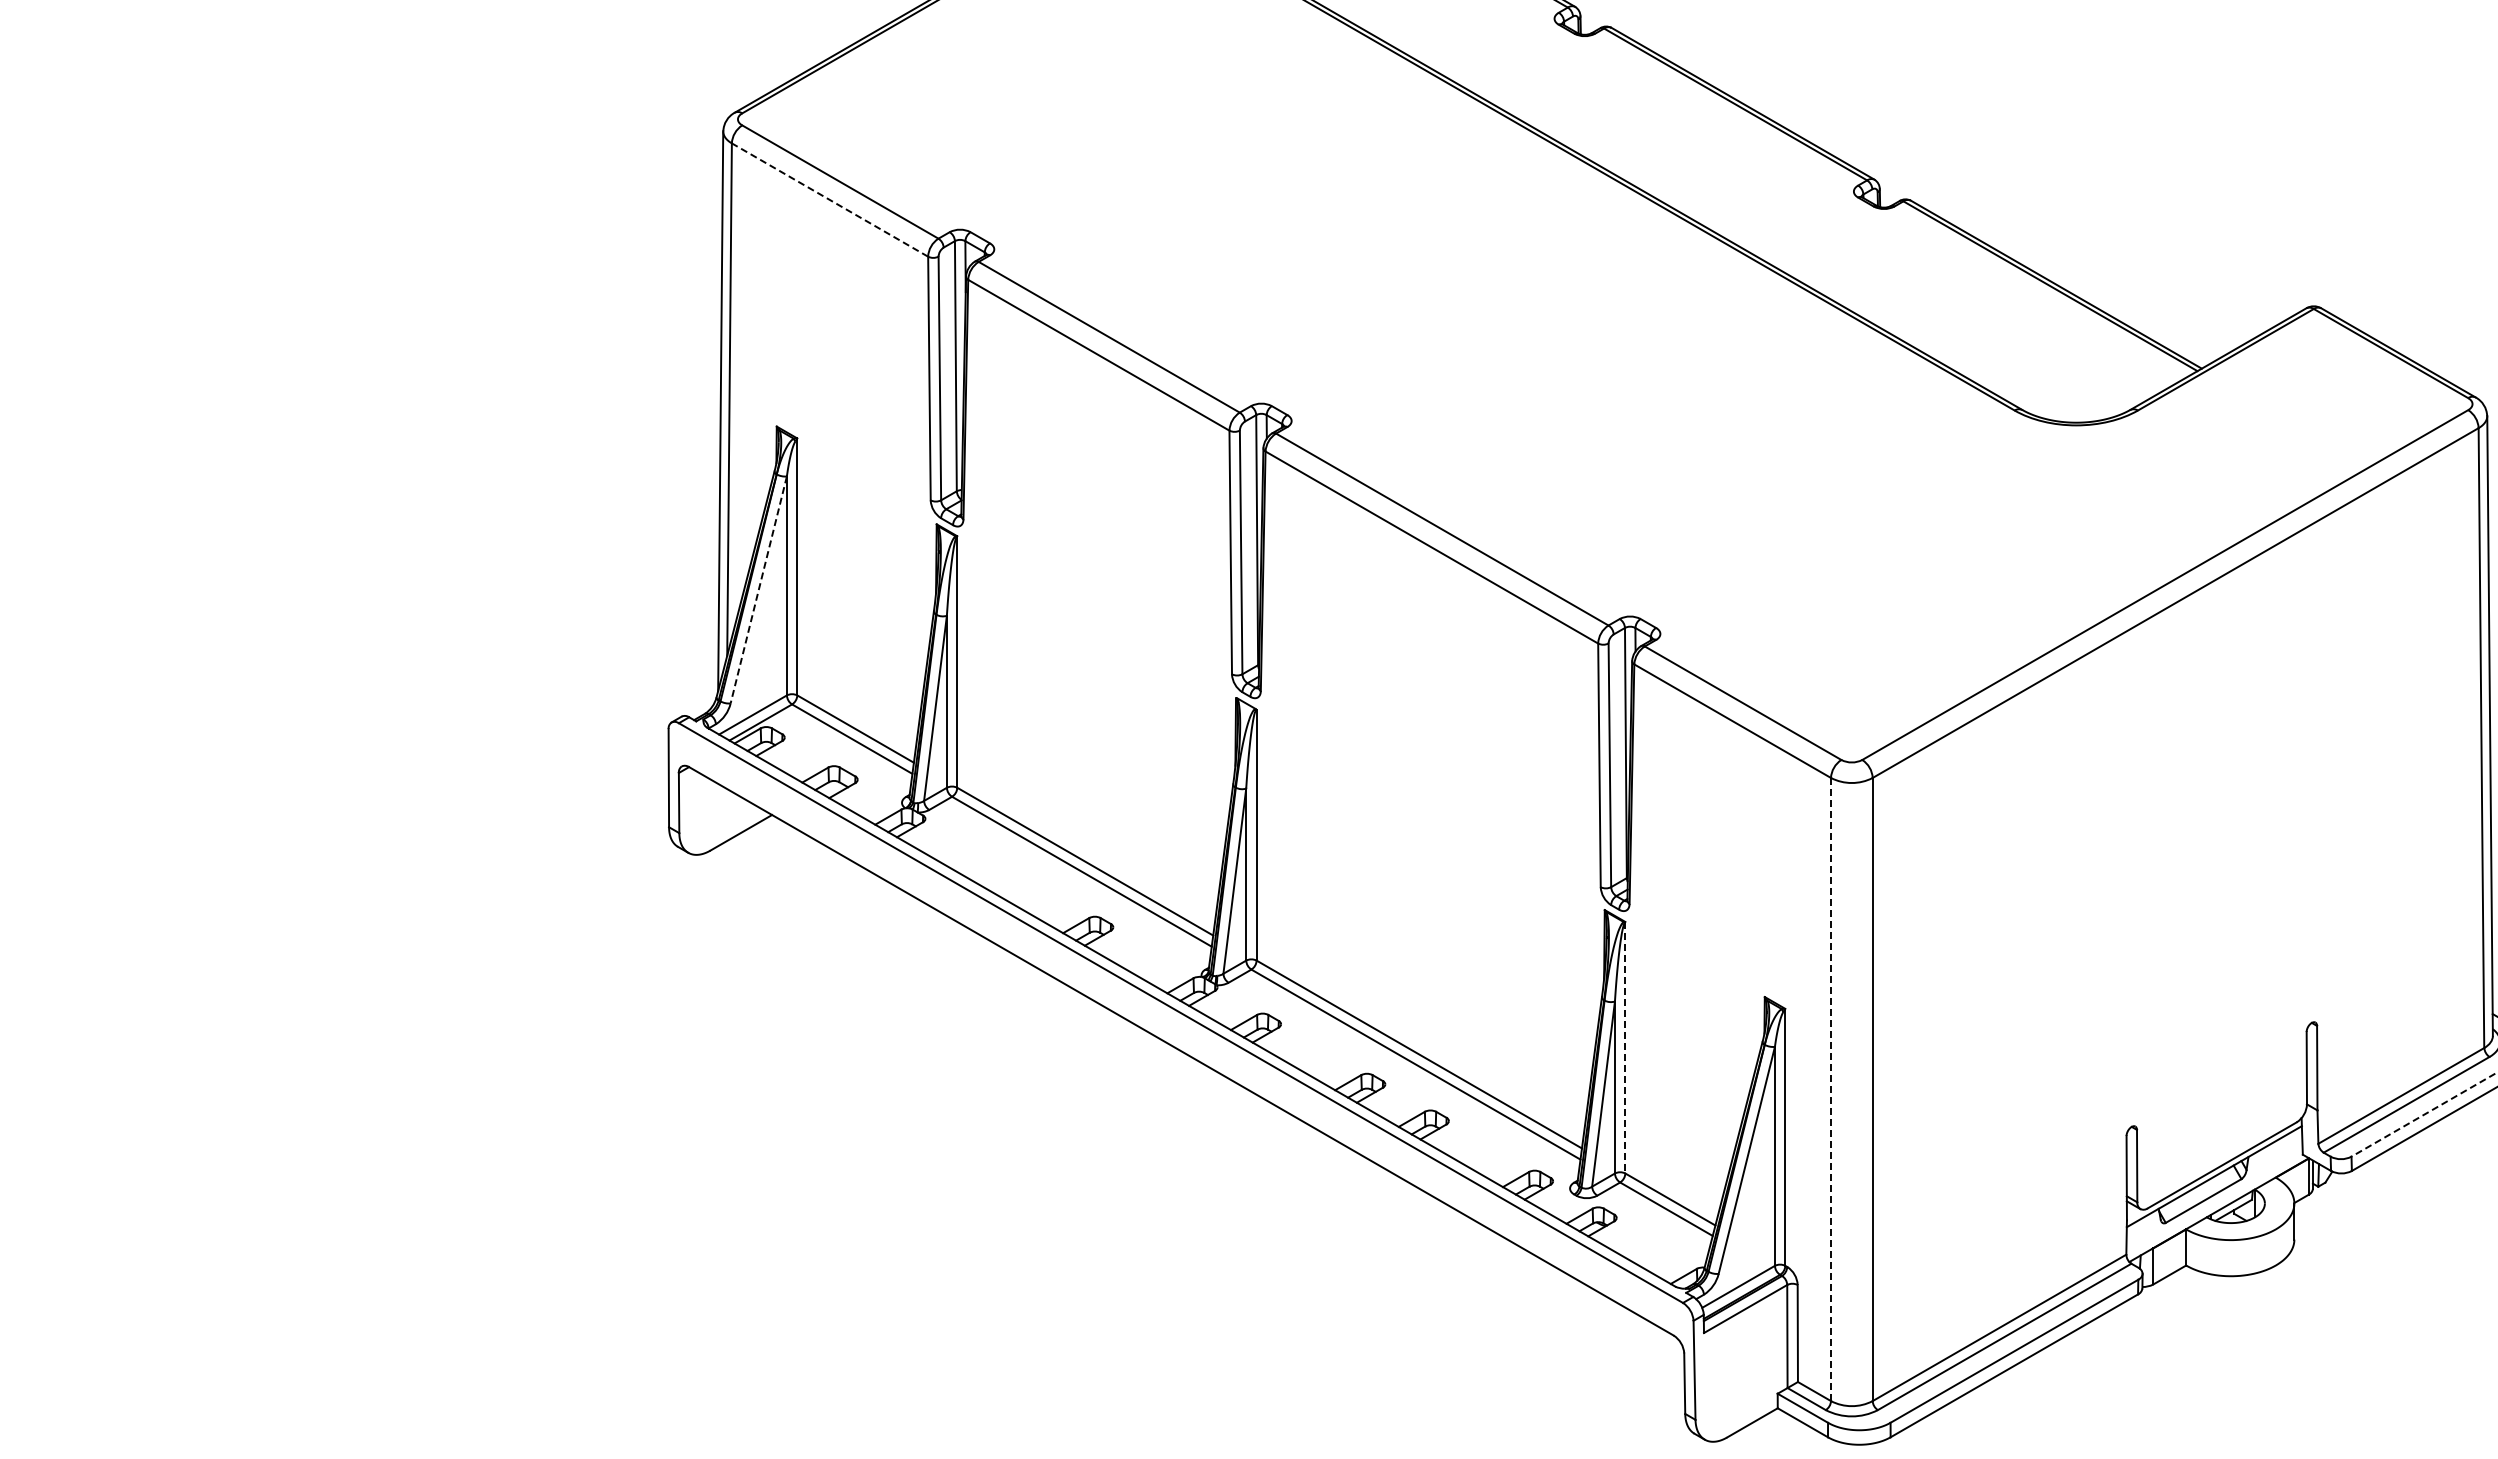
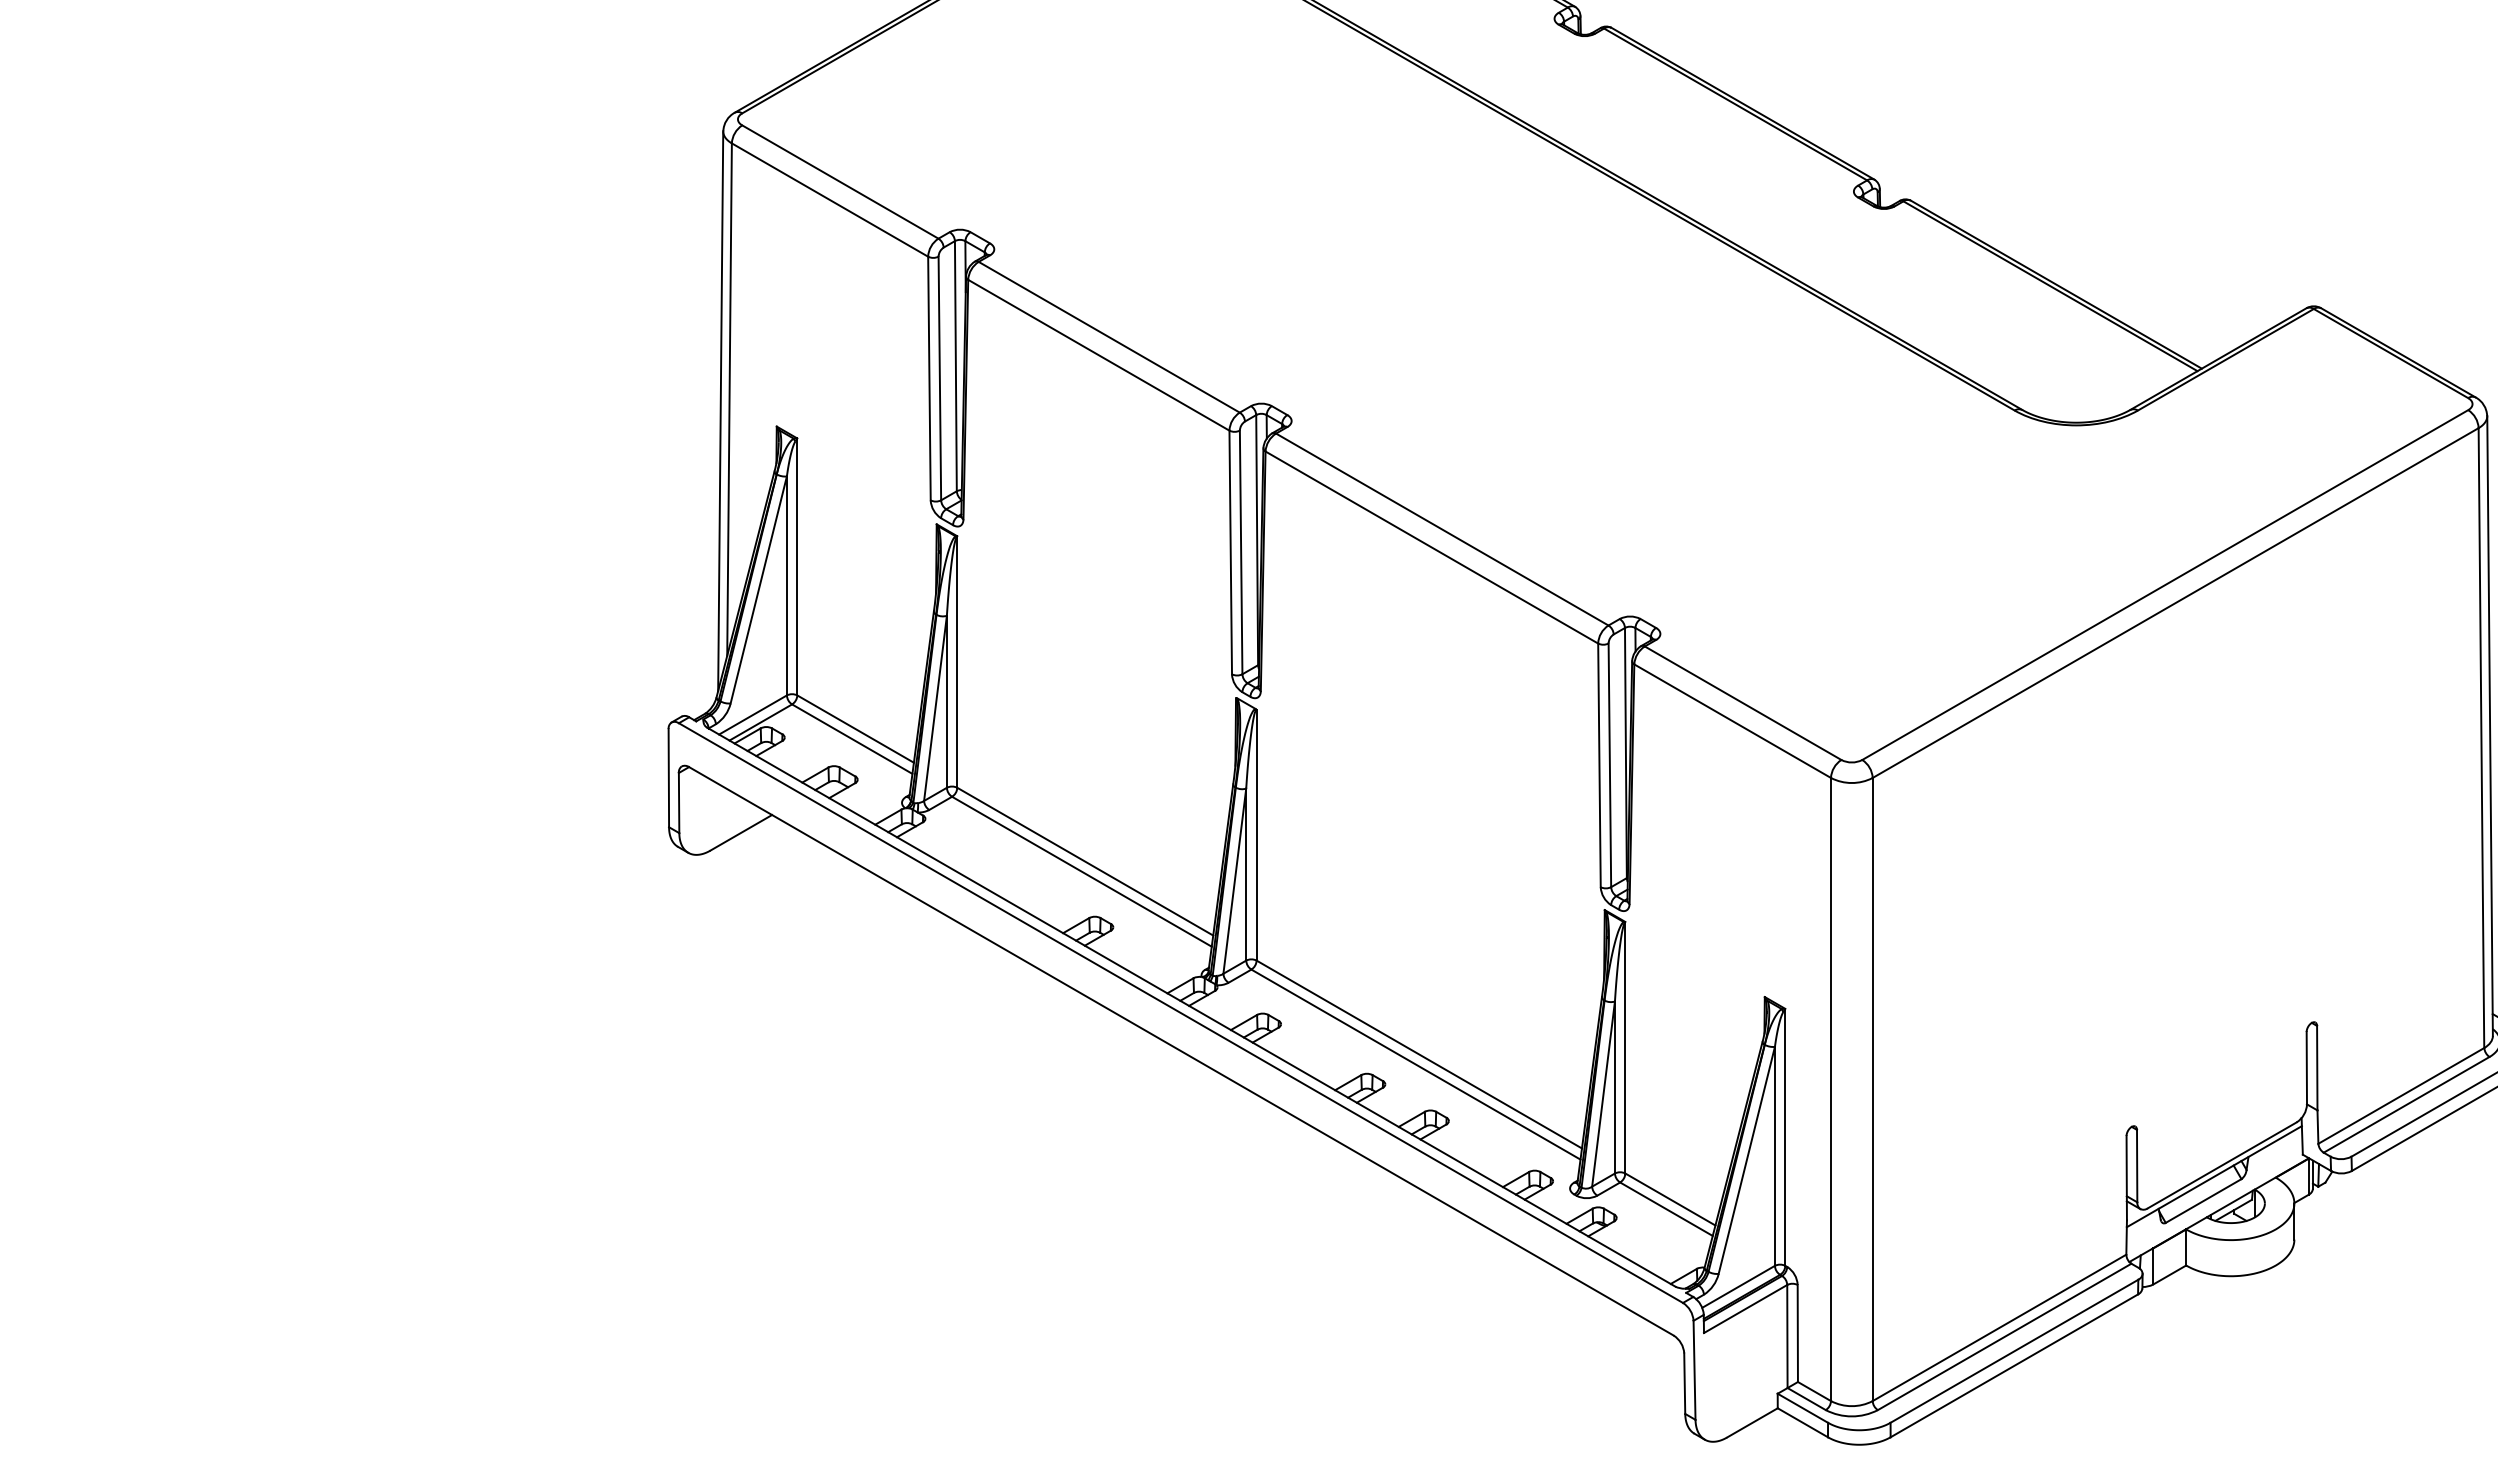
line at (829, 199): dashed -> solid
line at (758, 589): dashed -> solid
line at (1625, 1047): dashed -> solid
line at (1831, 1089): dashed -> solid
line at (2424, 1114): dashed -> solid
